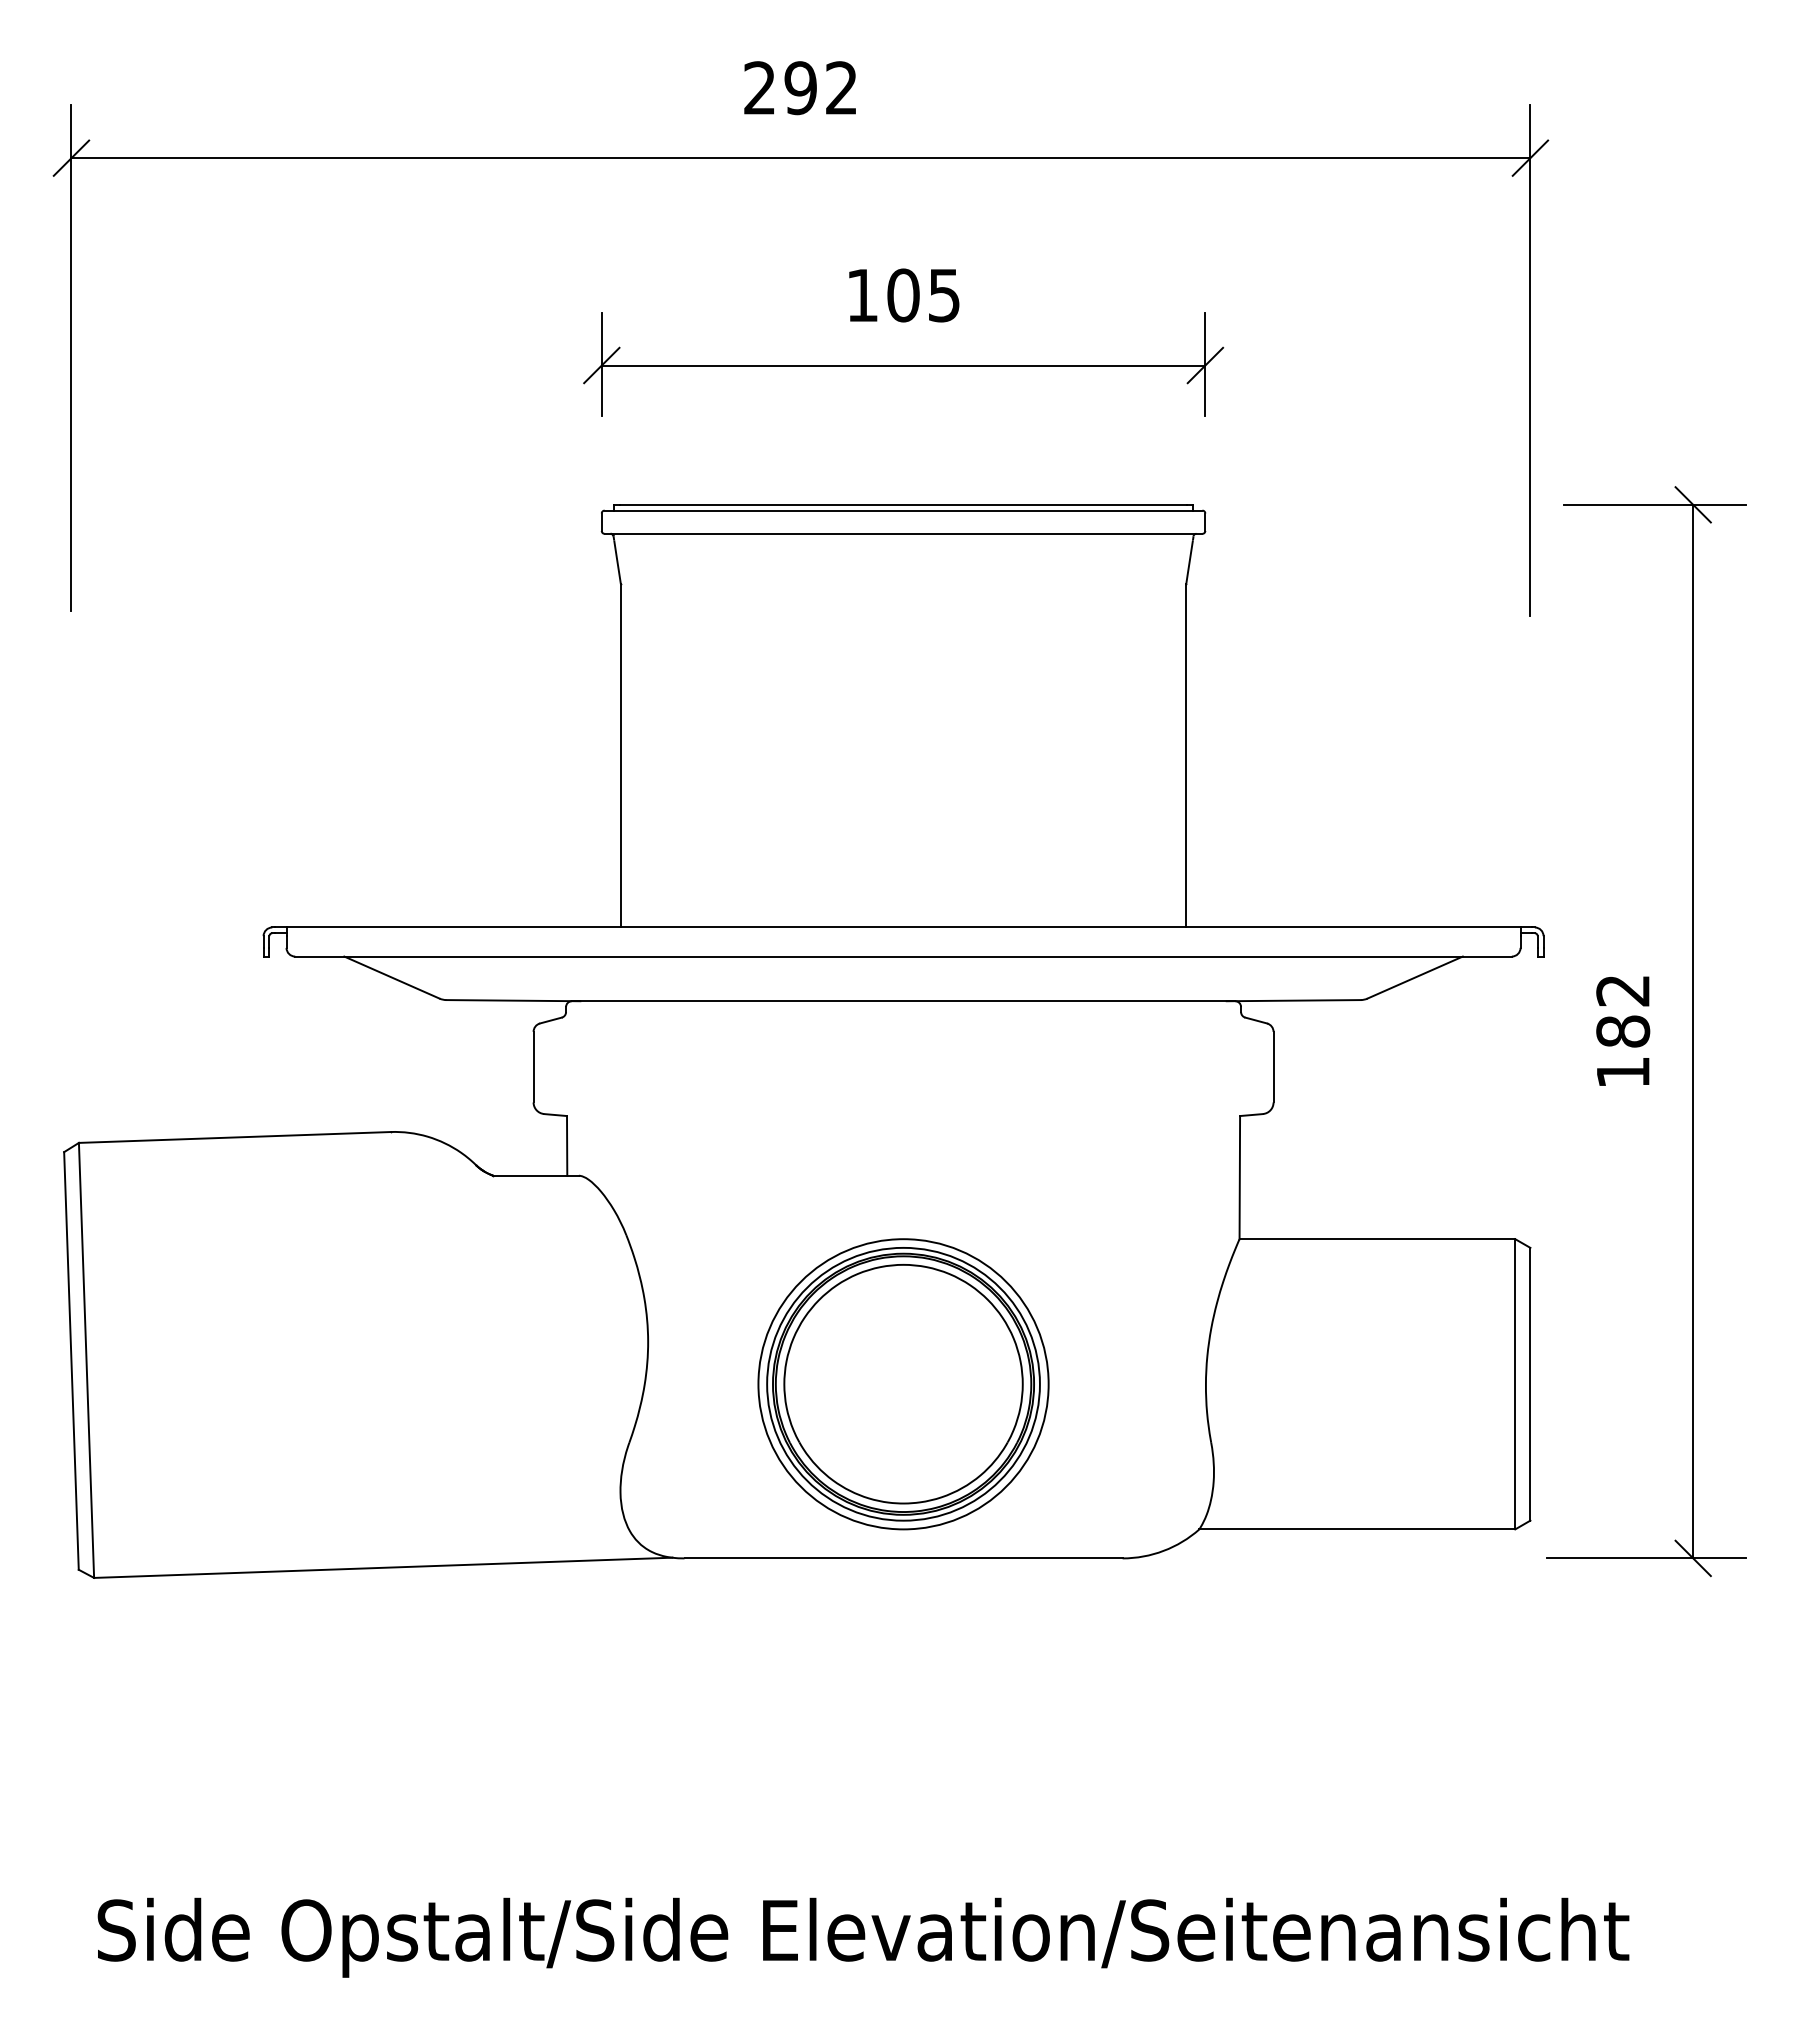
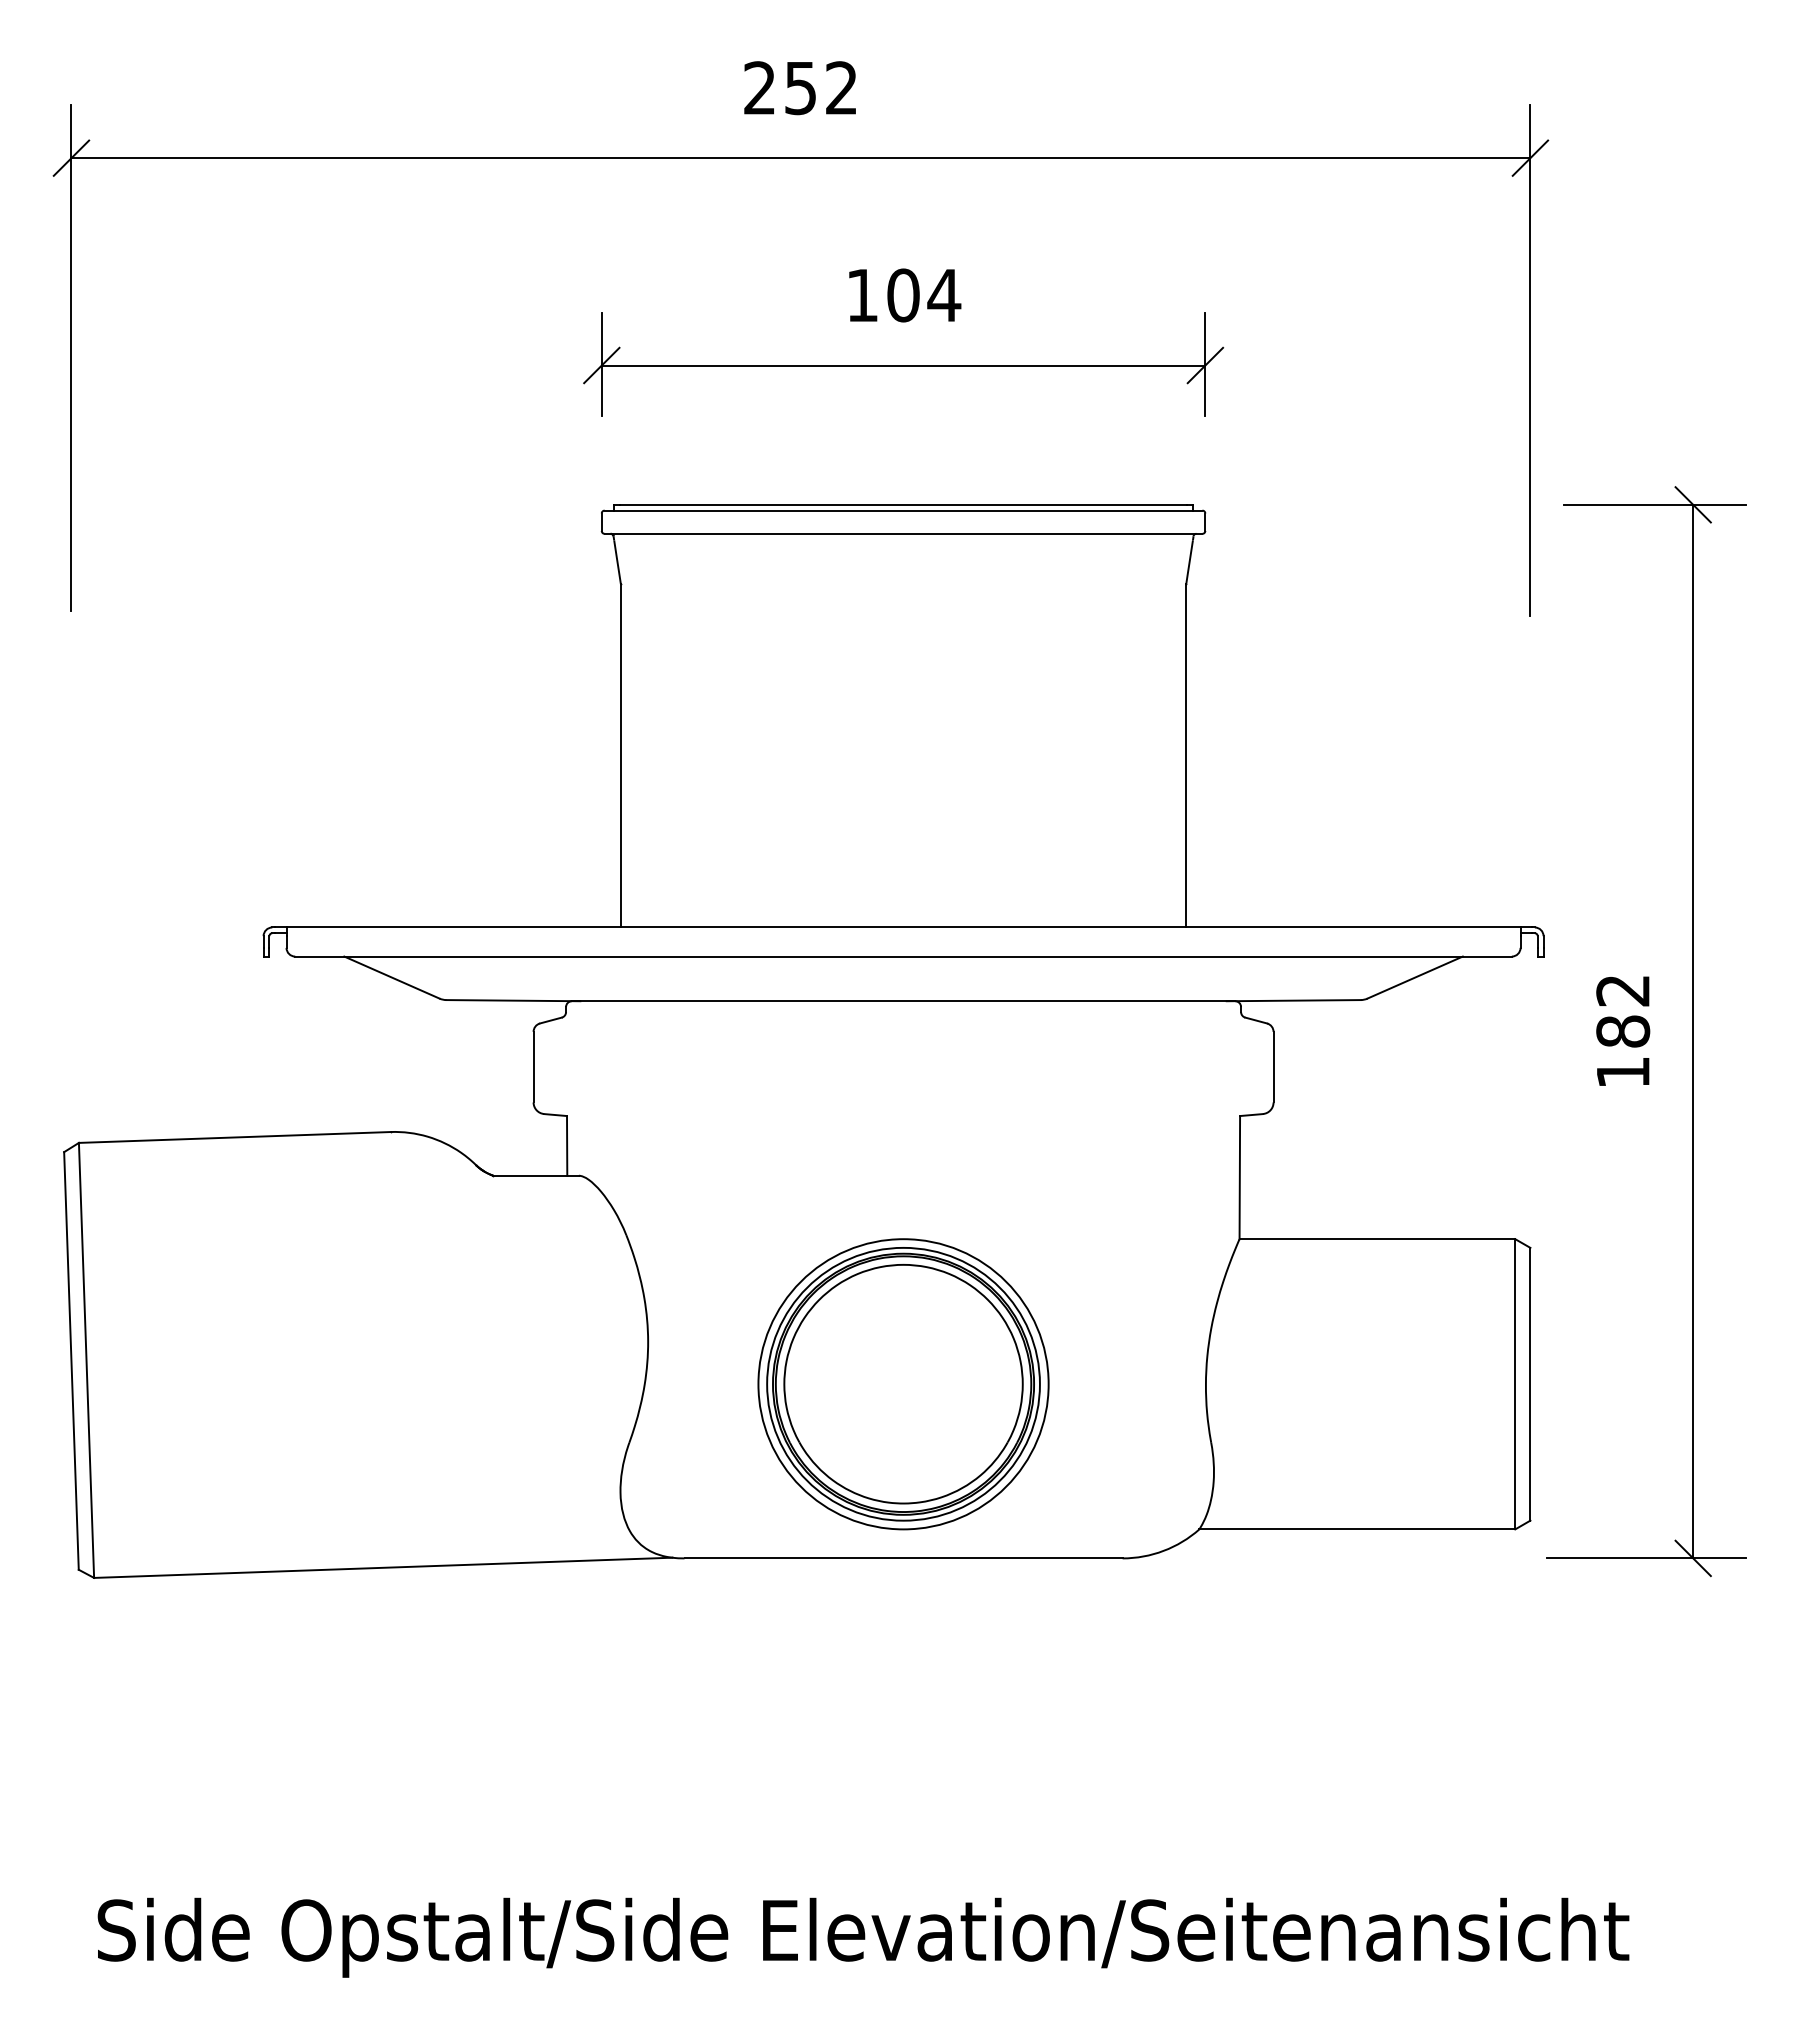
text at (800, 87): 292 -> 252
text at (944, 295): 105 -> 104
